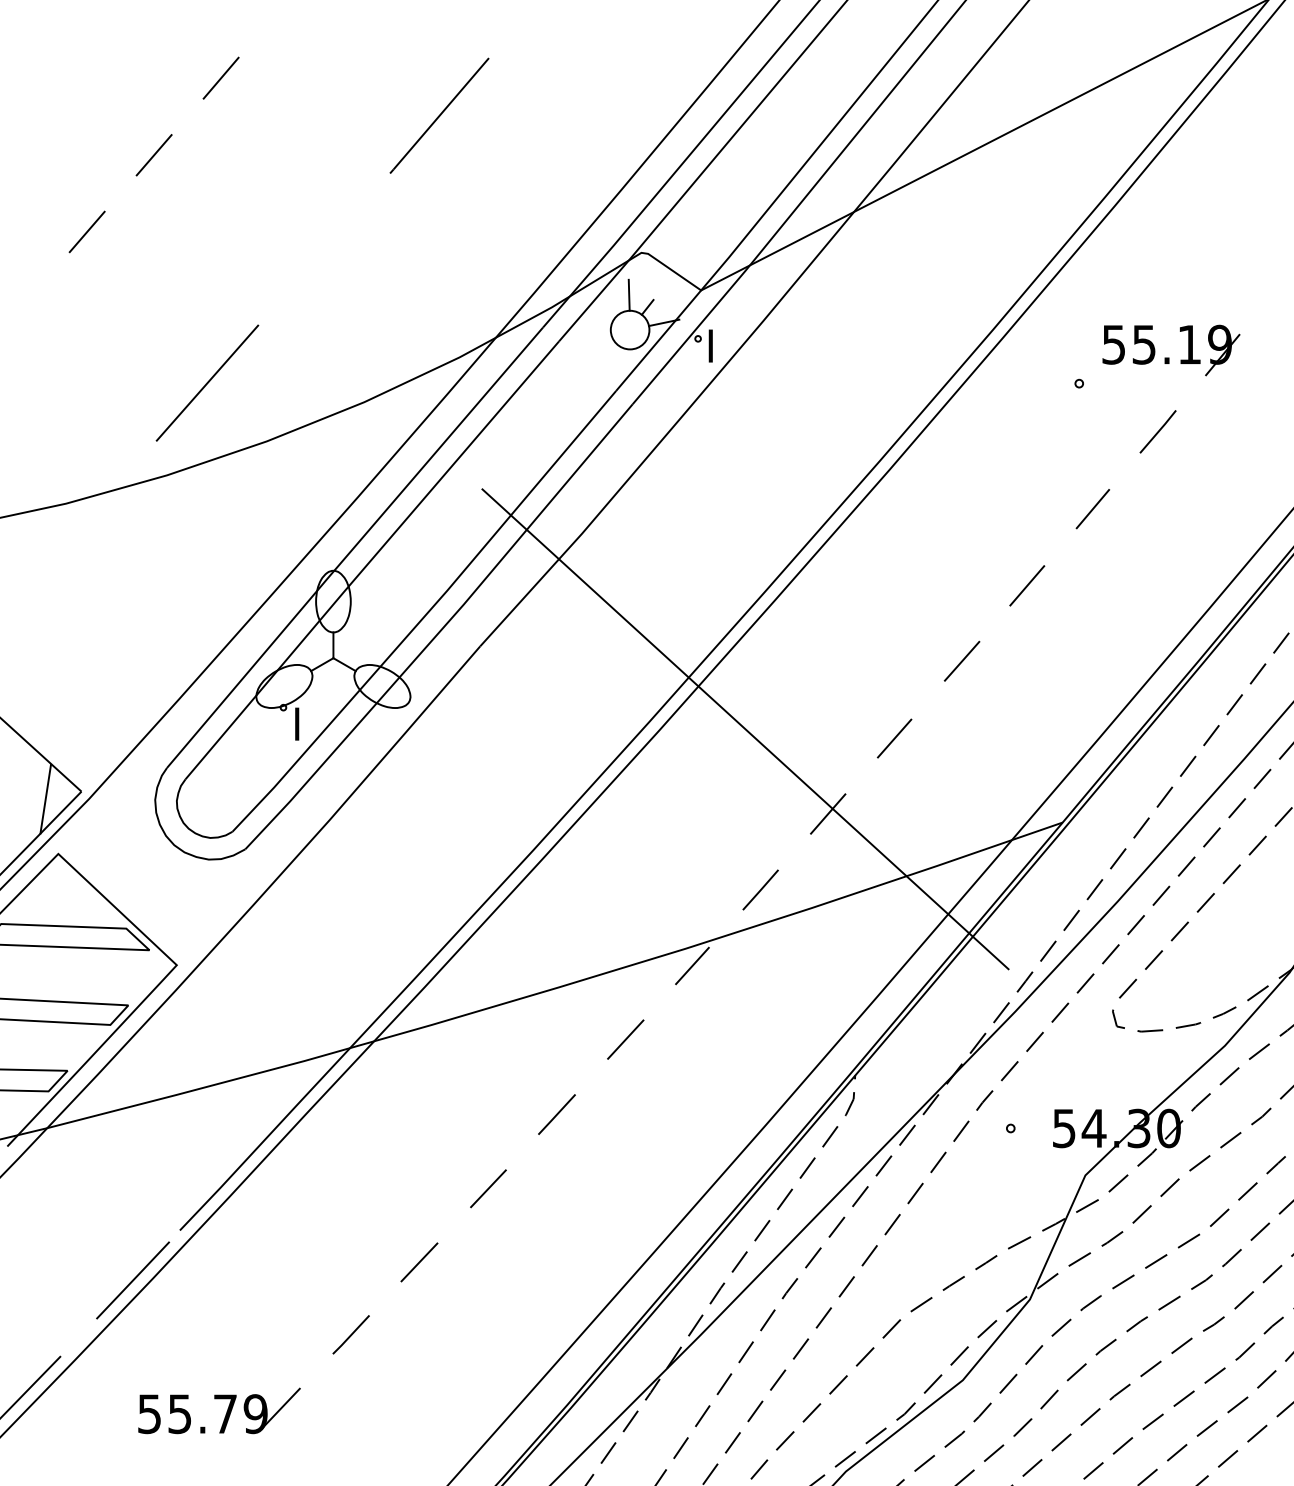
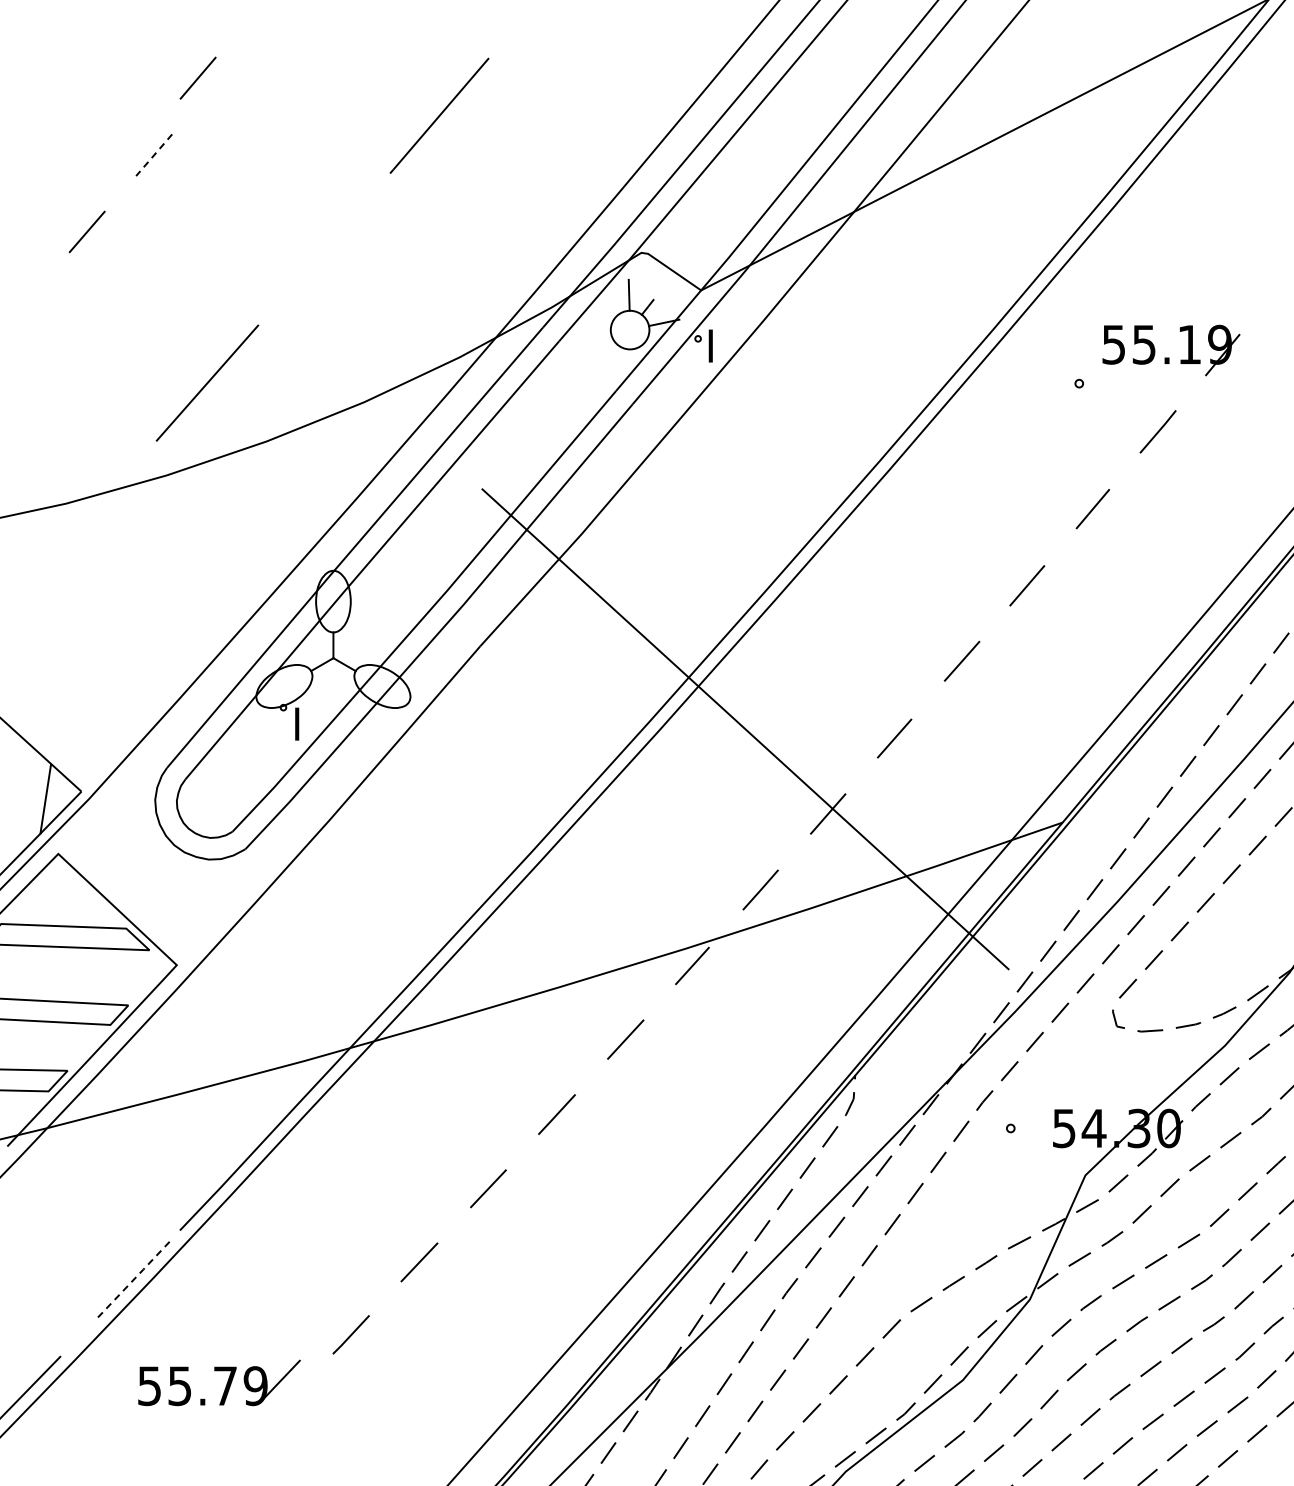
line at (220, 77) position: (220, 77) -> (197, 77)
line at (154, 155): solid -> dashed
line at (133, 1280): solid -> dashed
part at (226, 1411) position: (226, 1411) -> (226, 1383)
